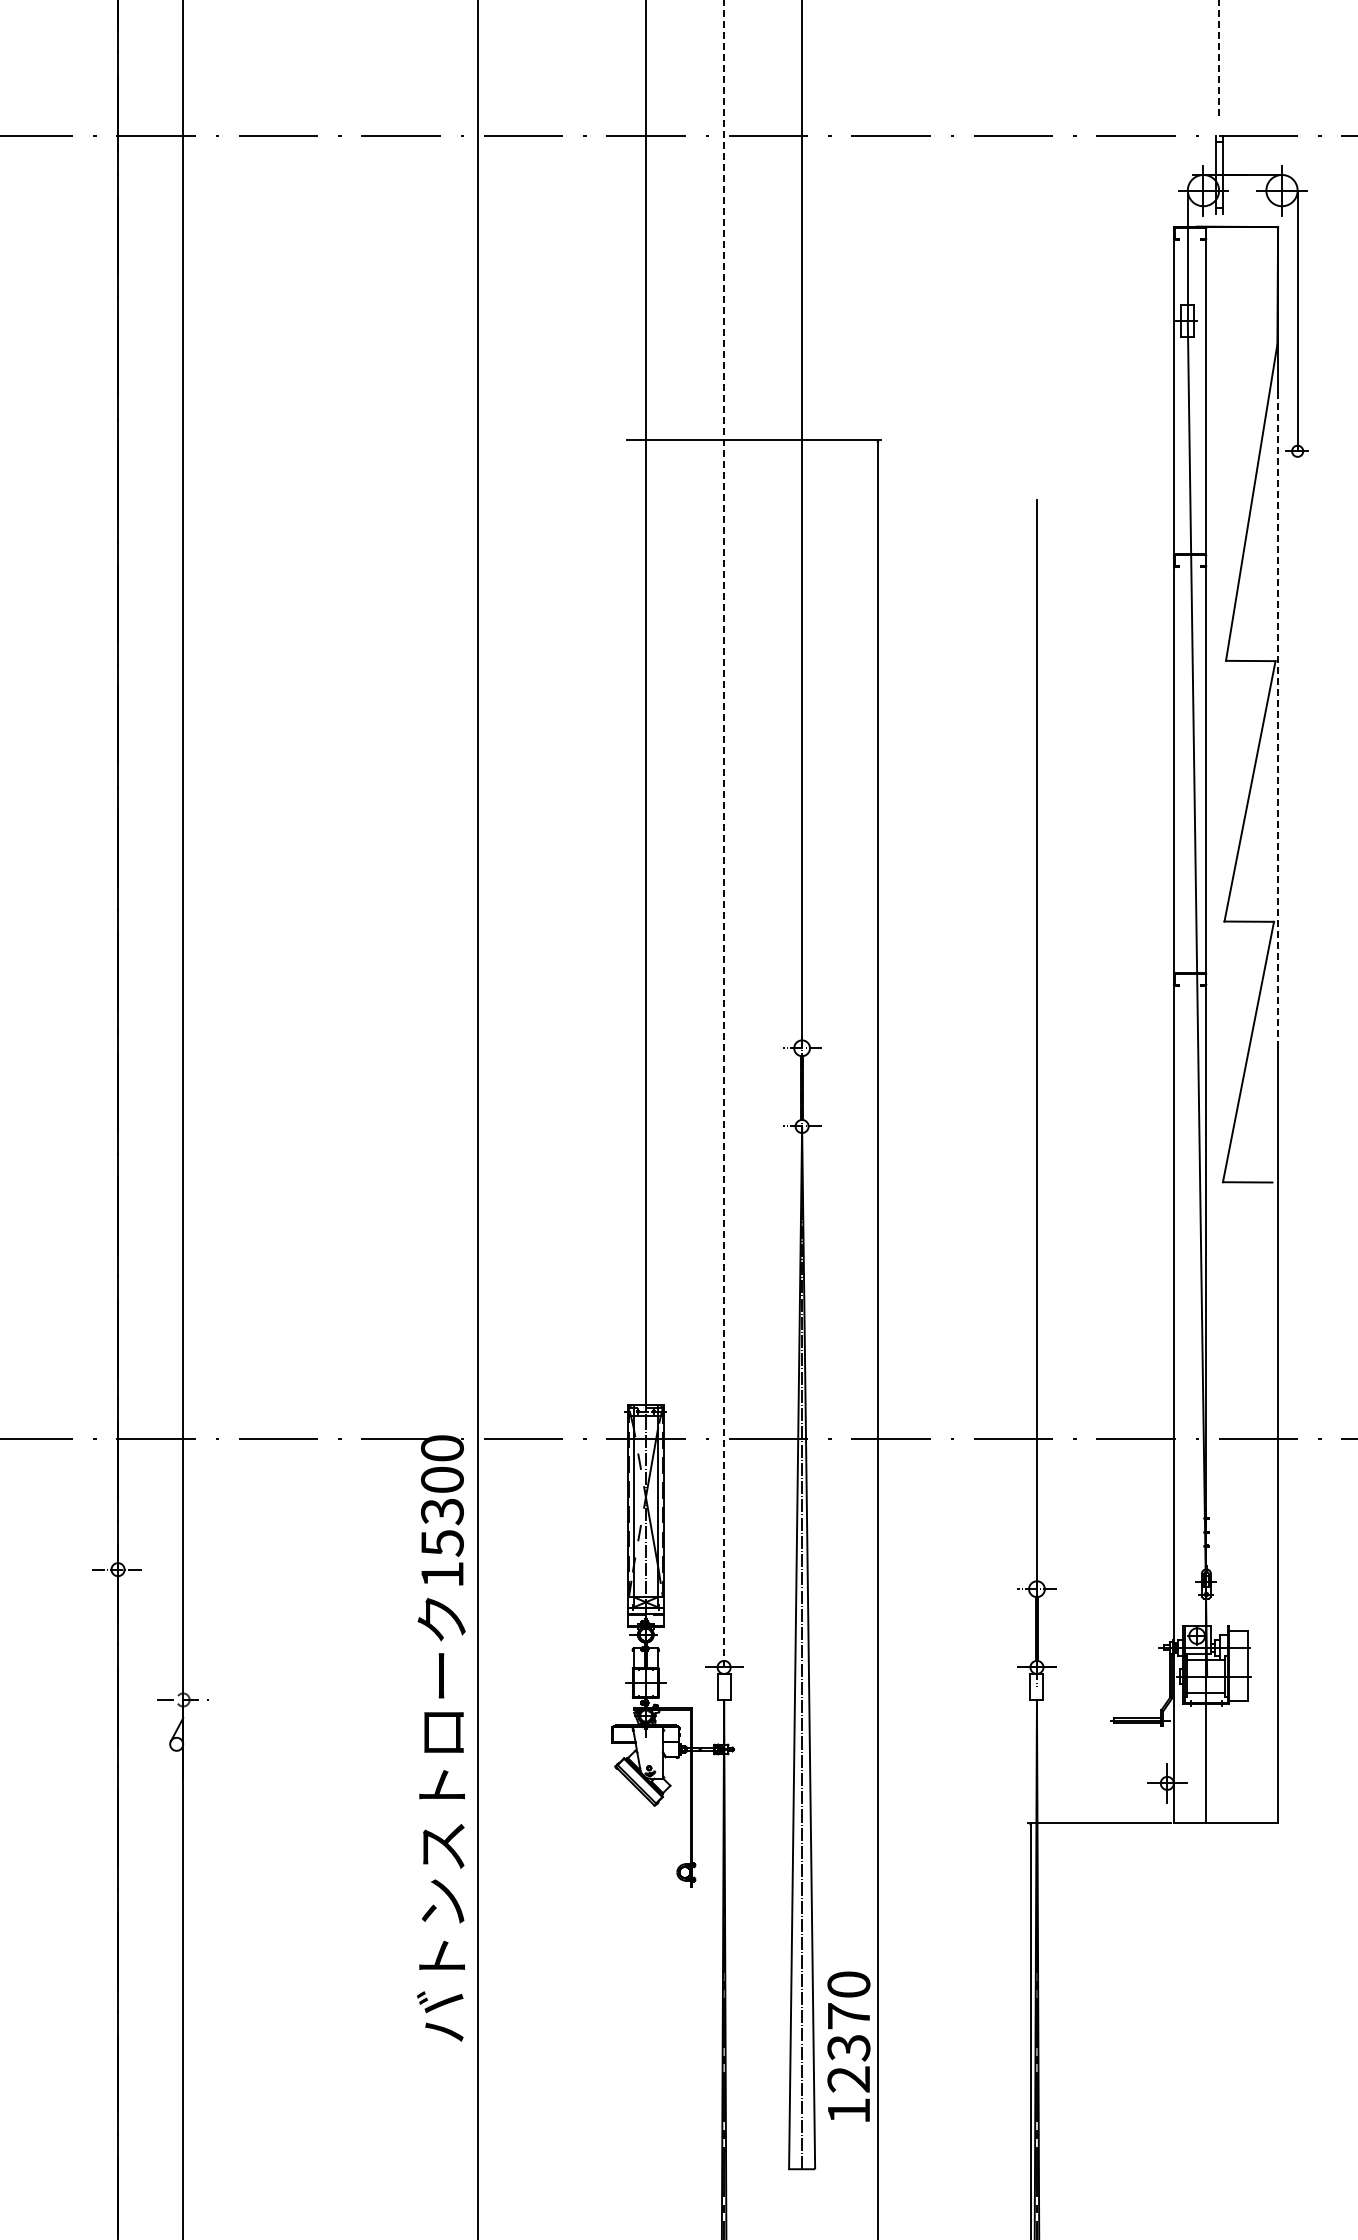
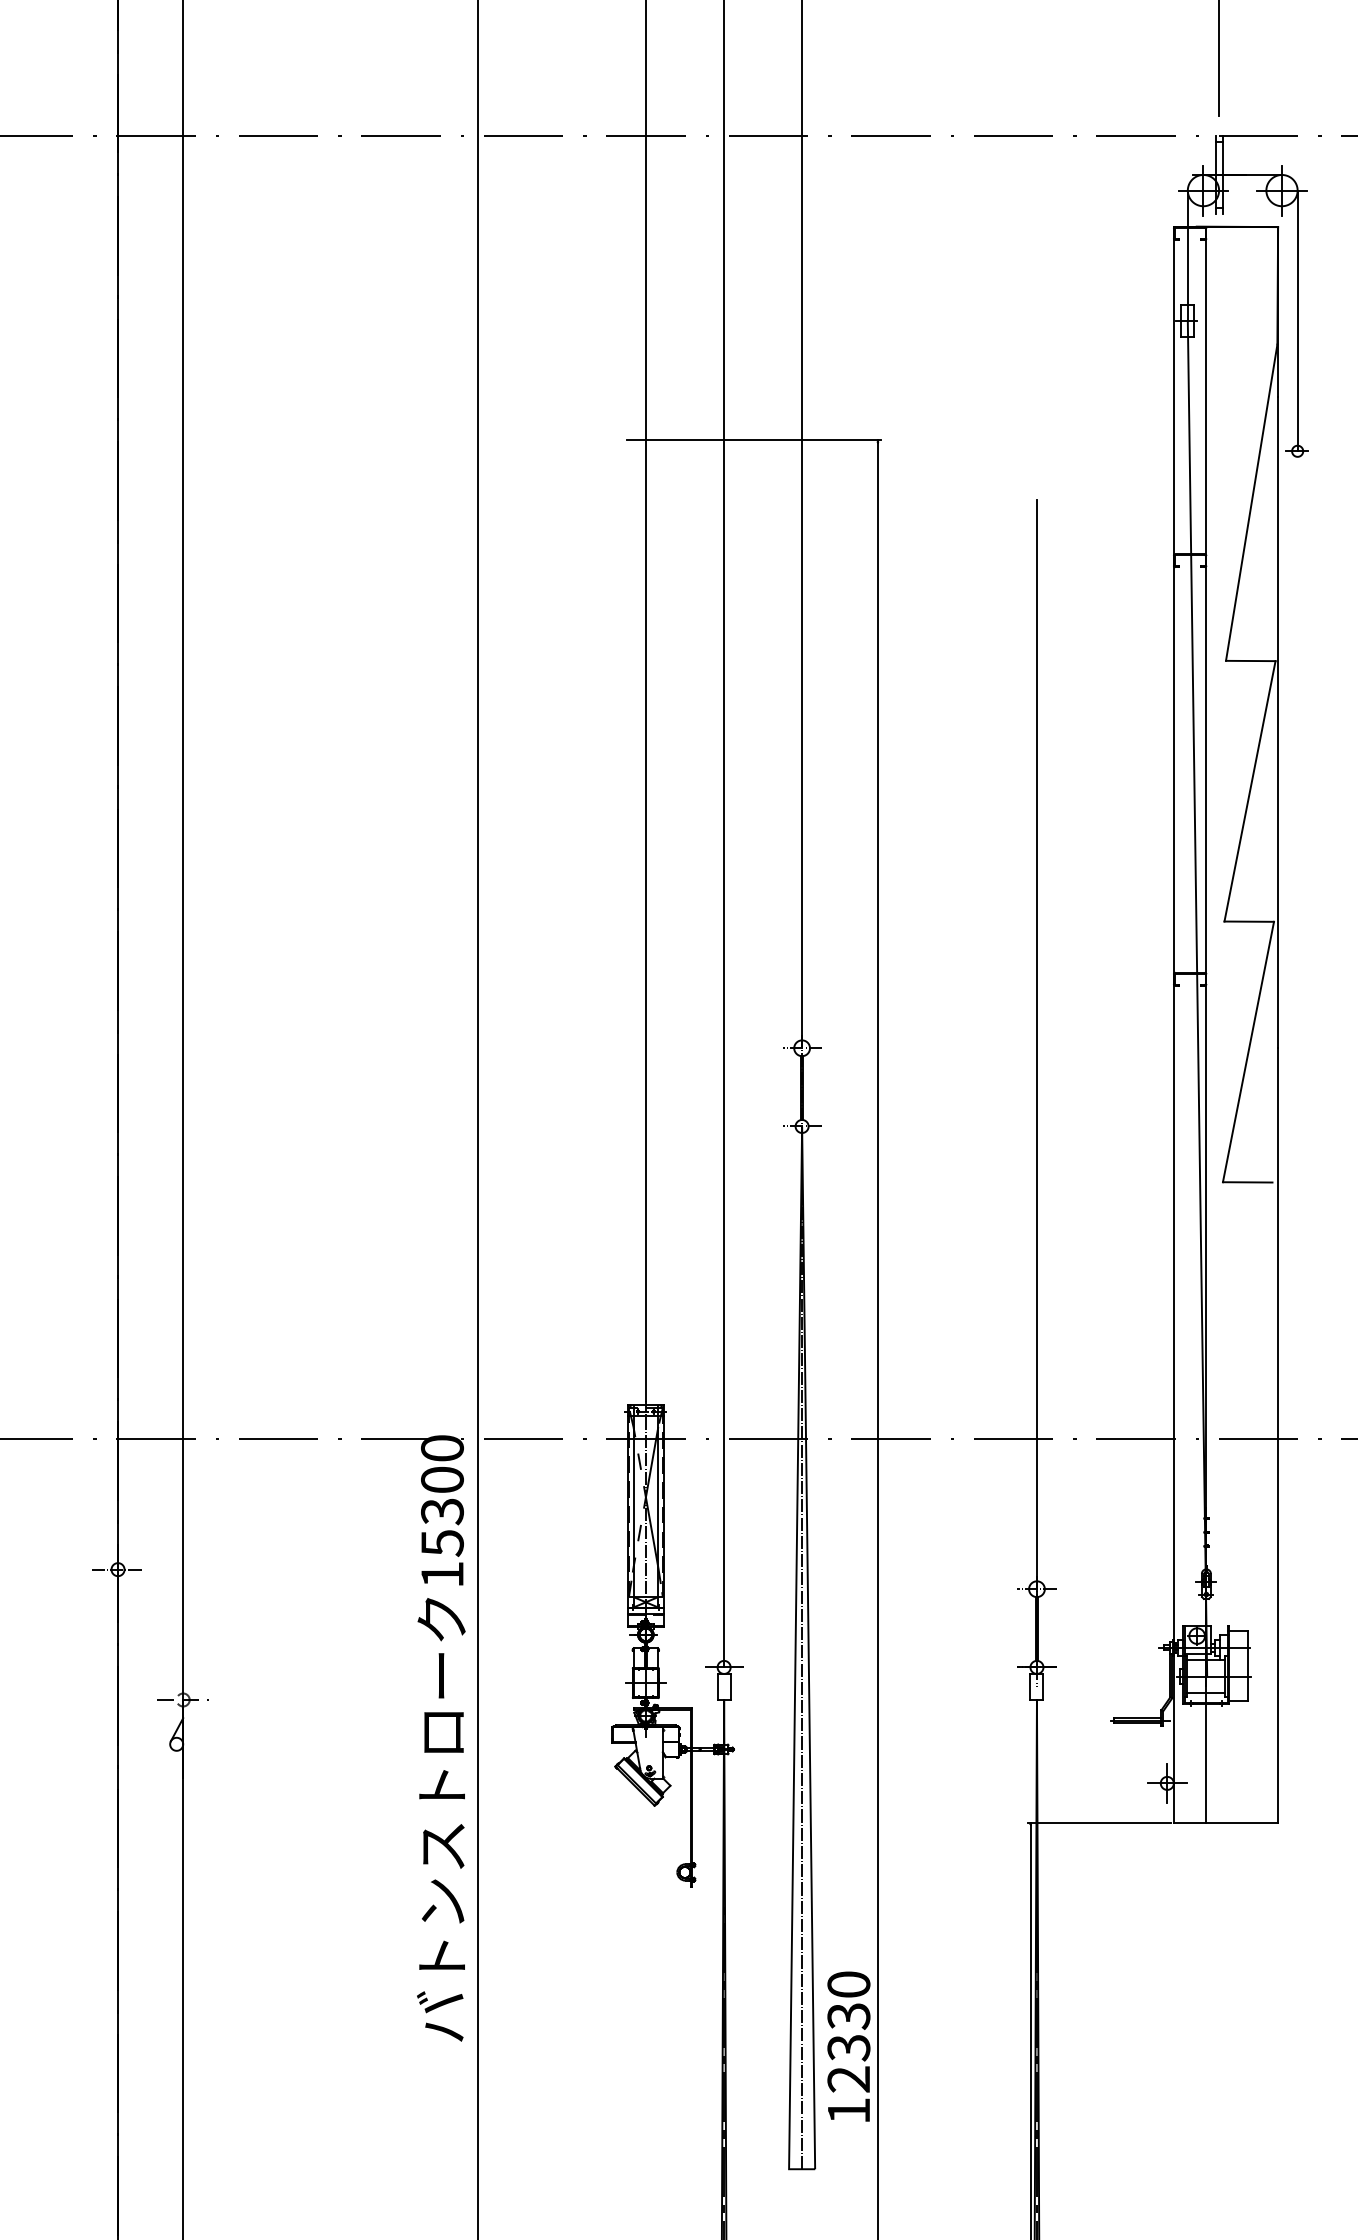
line at (1219, 58): dashed -> solid
line at (1278, 722): dashed -> solid
line at (724, 833): dashed -> solid
text at (848, 2016): 12370 -> 12330
